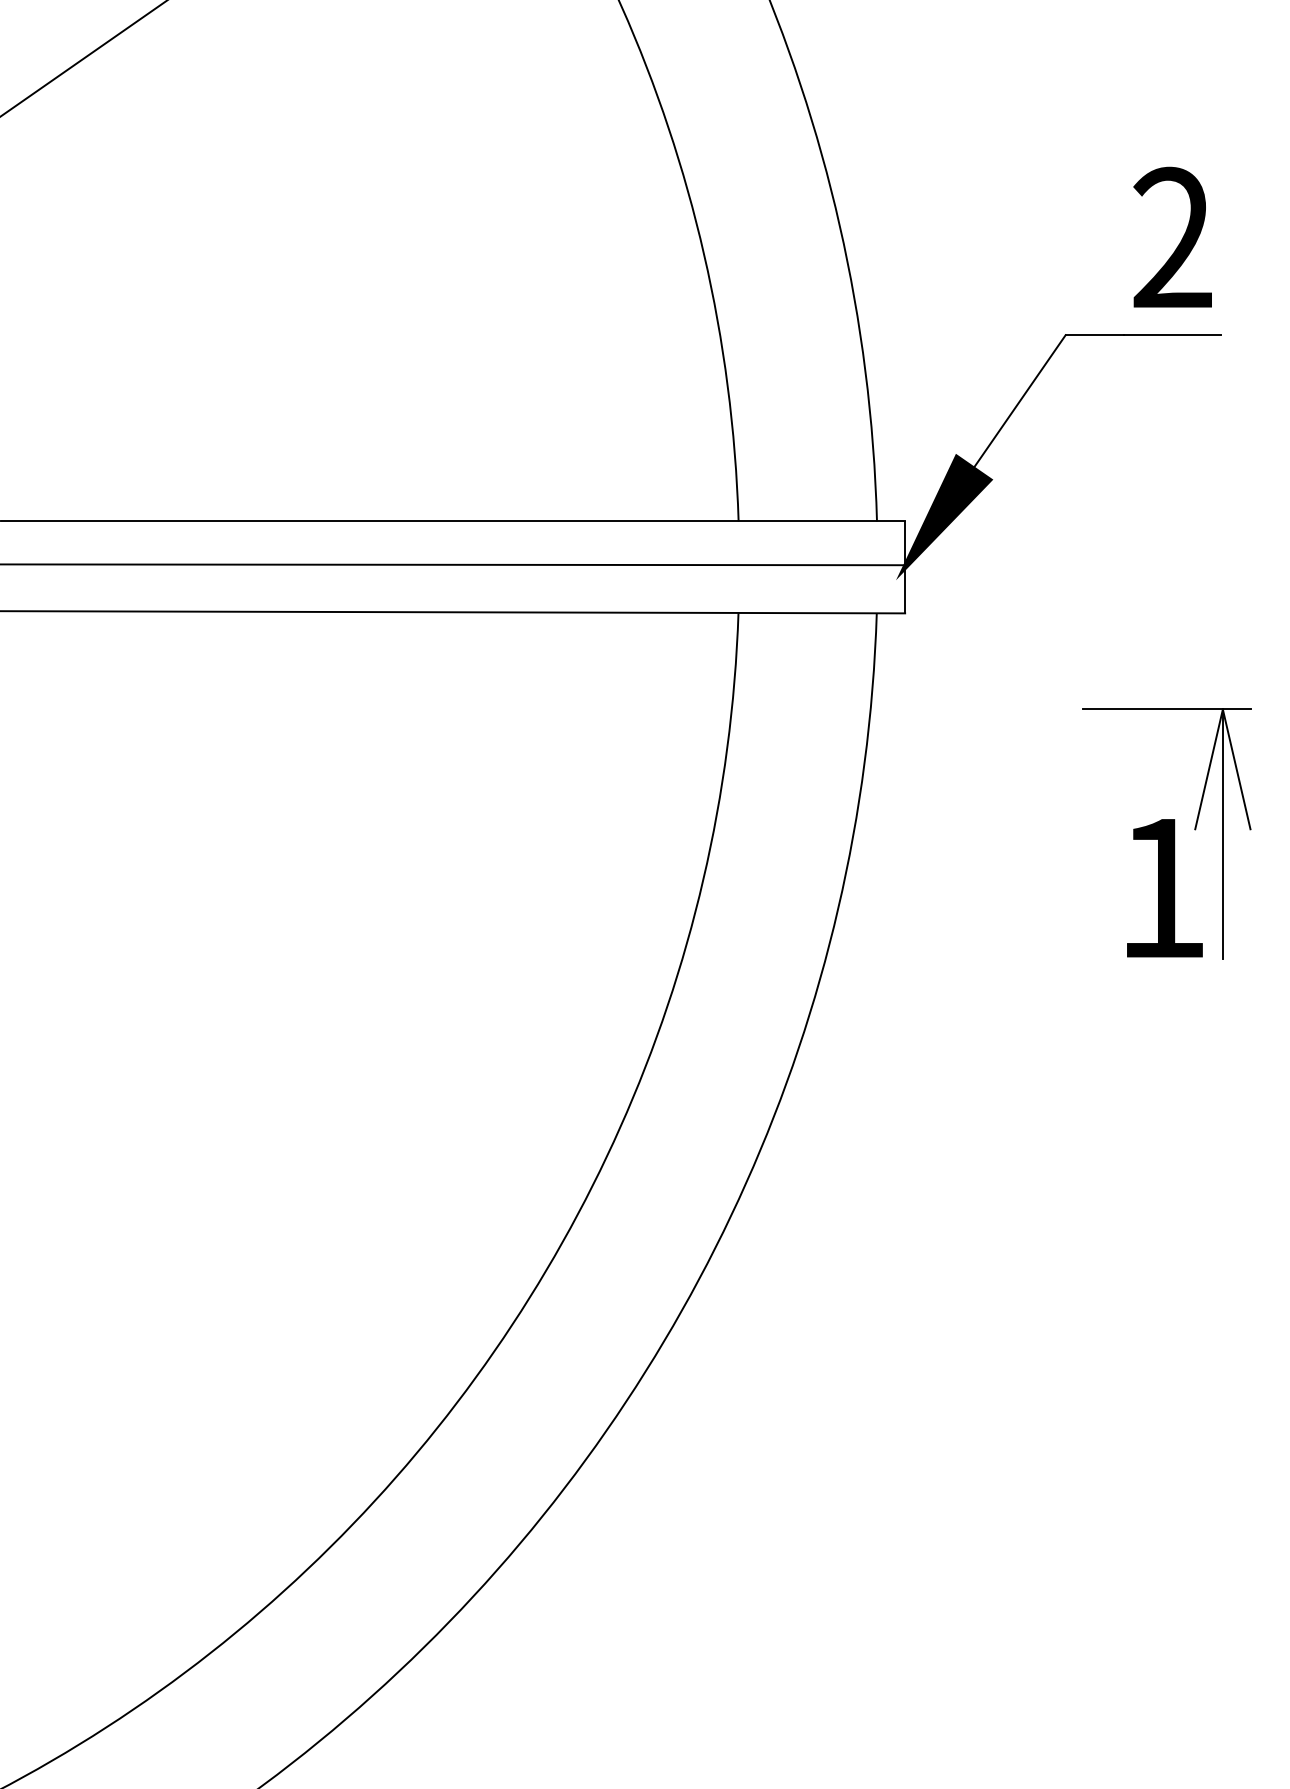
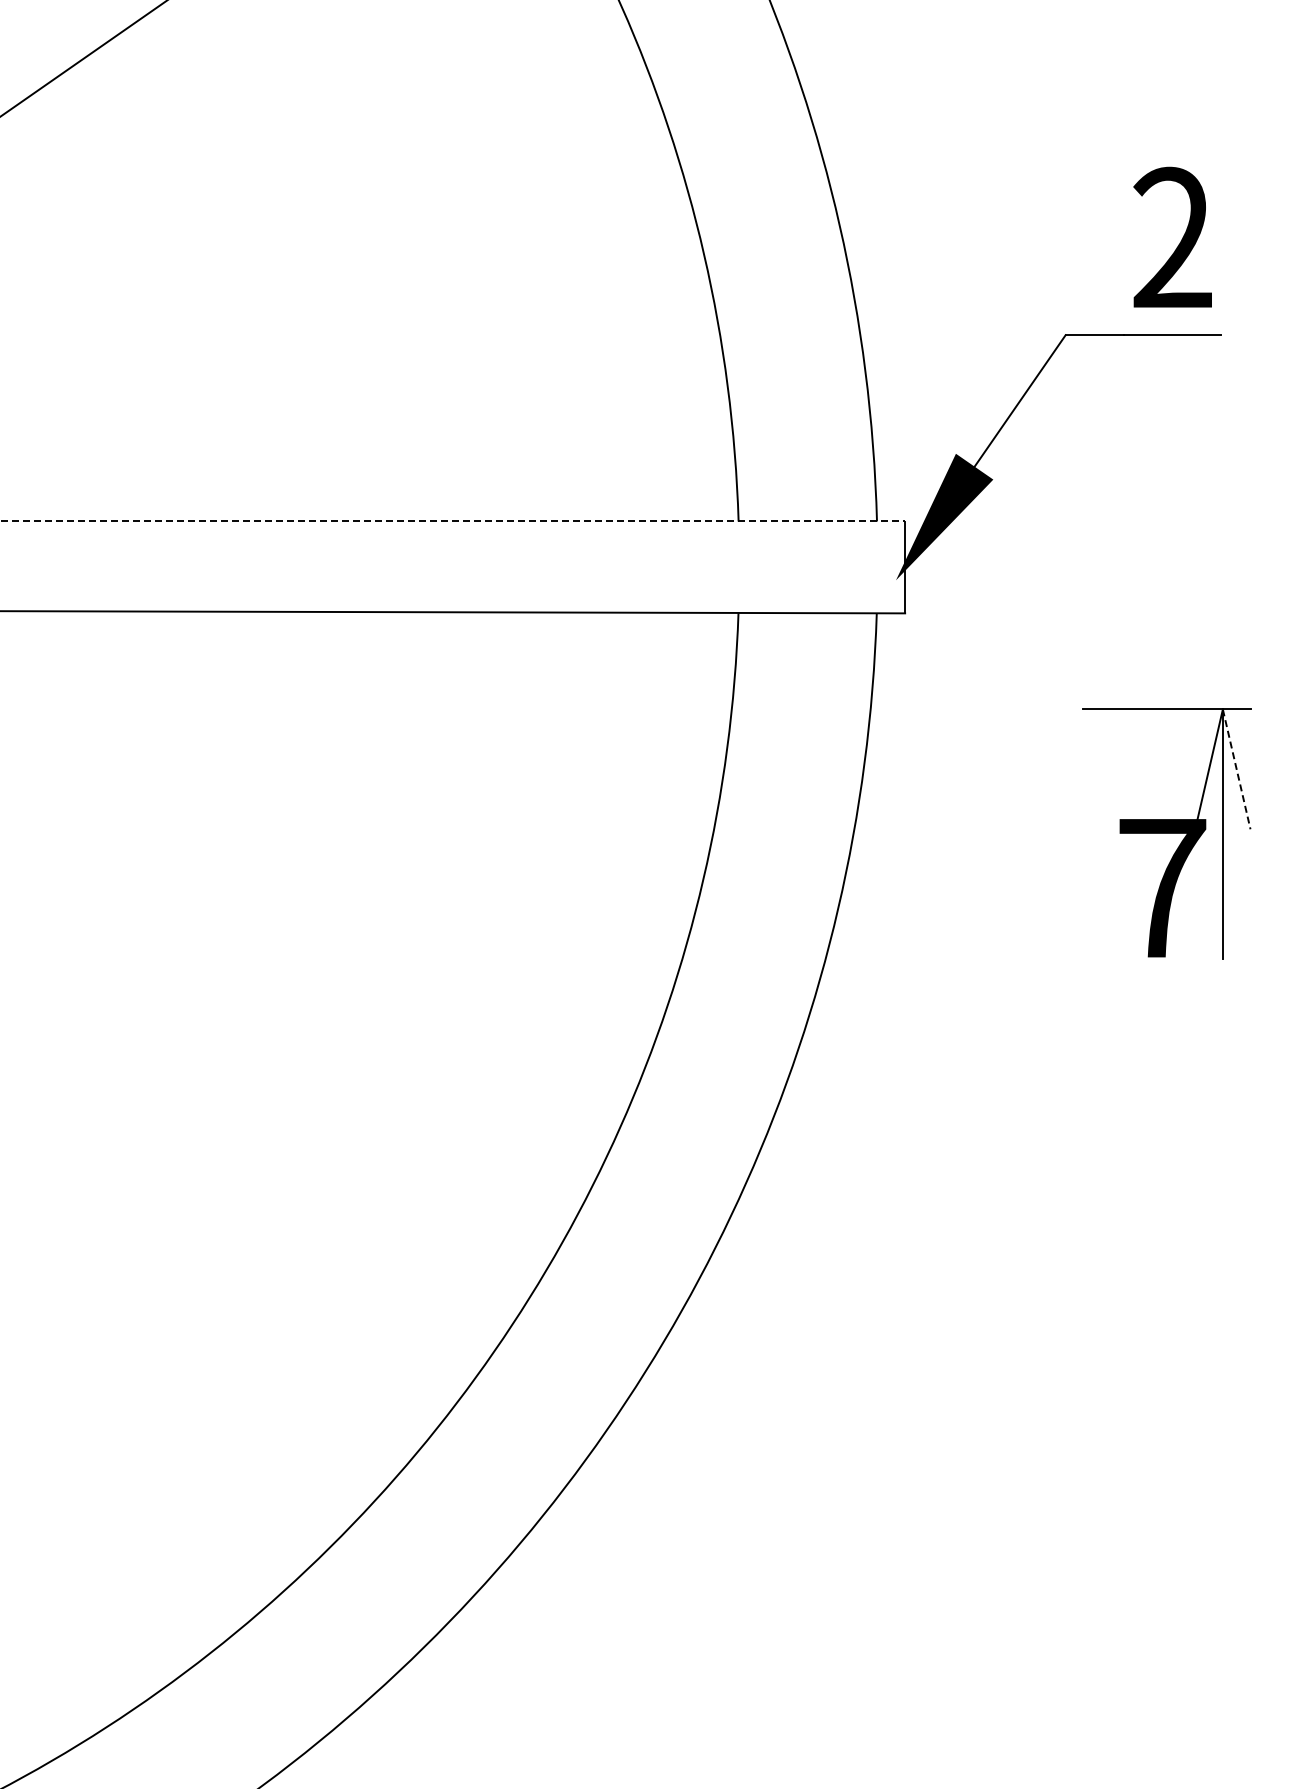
line at (453, 521): solid -> dashed
line at (453, 564): present -> none
line at (1236, 769): solid -> dashed
text at (1162, 888): 1 -> 7
